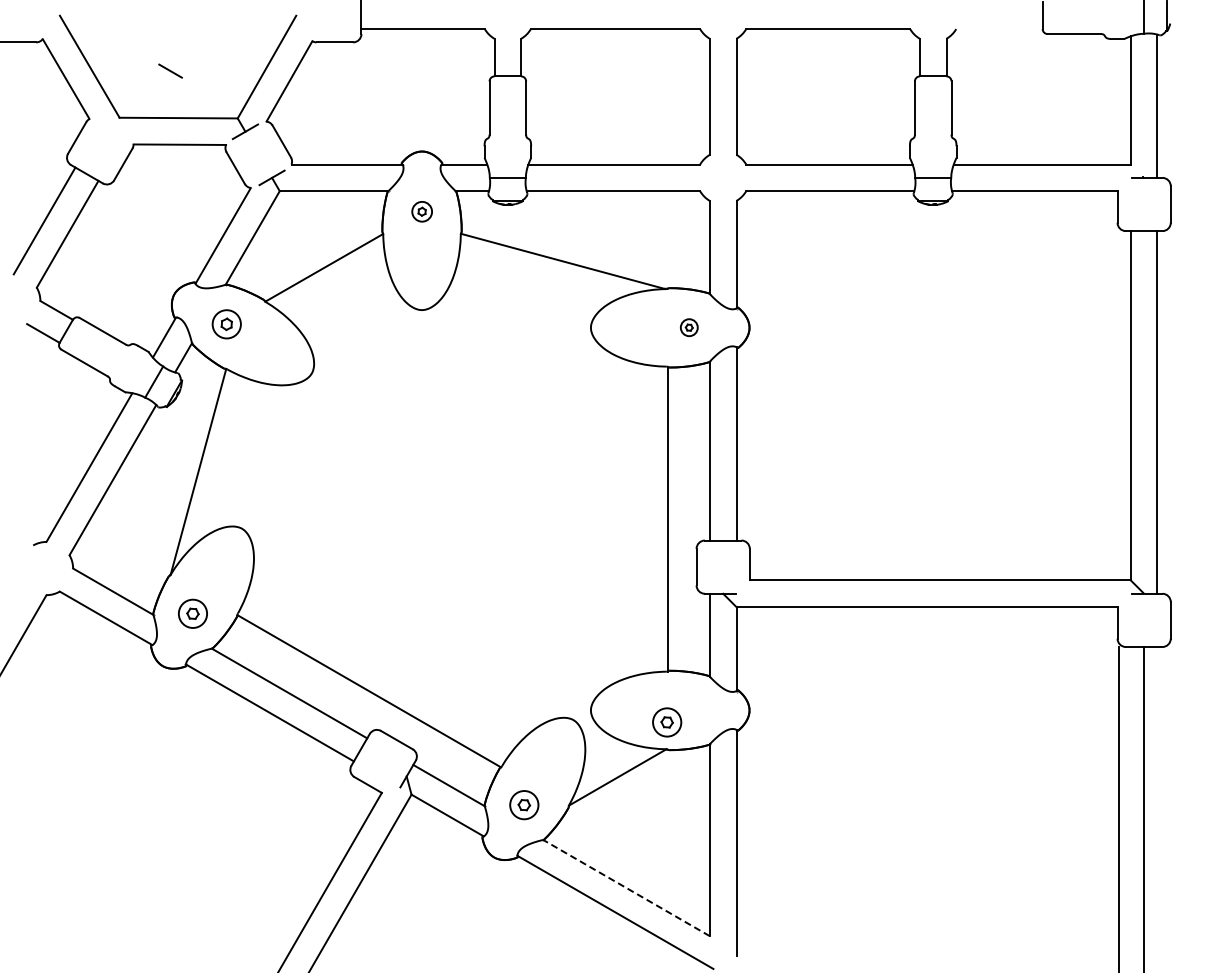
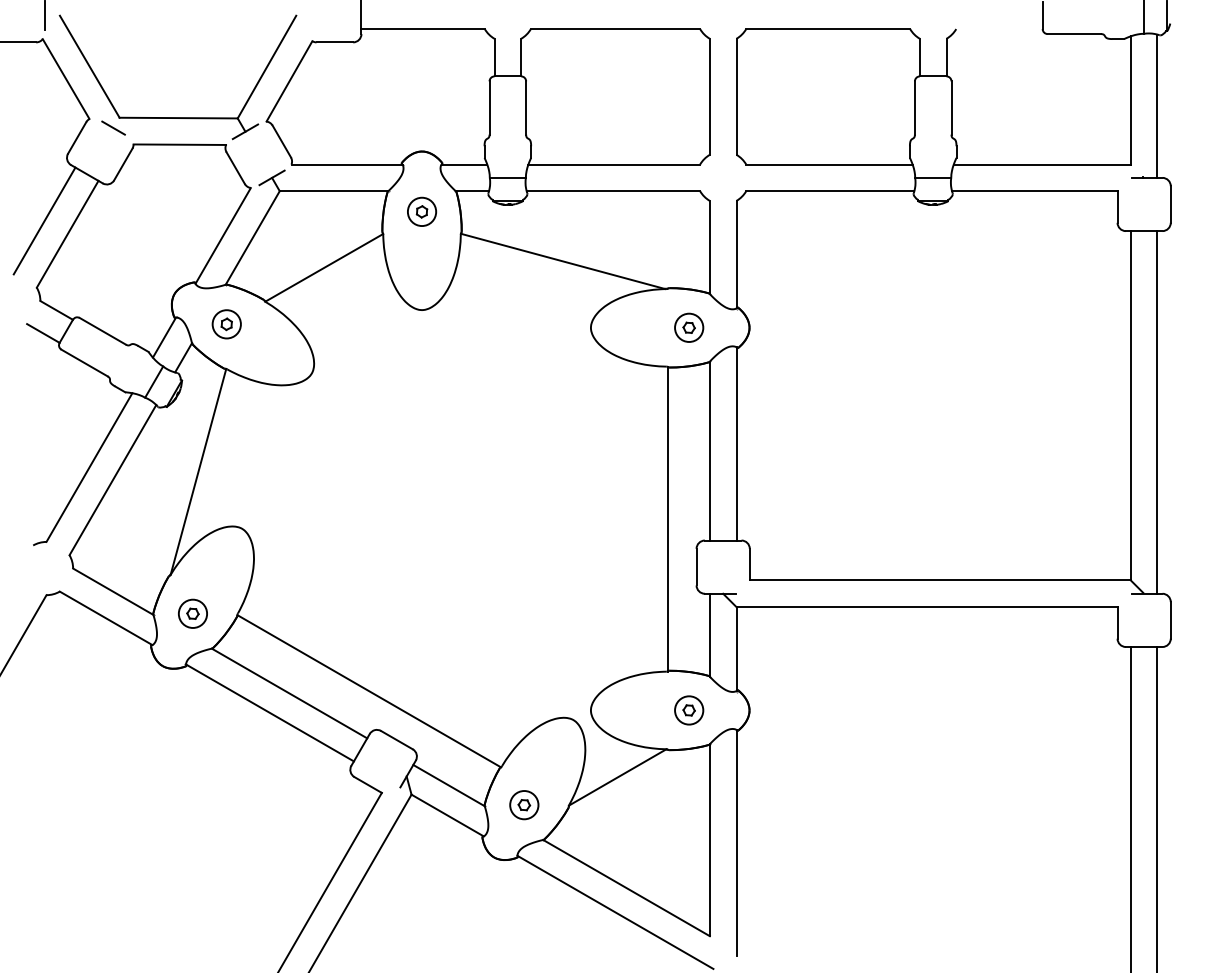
line at (44, 16): none -> present
line at (170, 70) position: (170, 70) -> (113, 127)
part at (421, 211) size: 22x22 px -> 31x31 px
part at (689, 327) size: 19x20 px -> 31x31 px
part at (667, 722) position: (667, 722) -> (689, 710)
line at (1118, 808) position: (1118, 808) -> (1130, 808)
line at (1144, 808) position: (1144, 808) -> (1157, 808)
line at (626, 887): dashed -> solid
